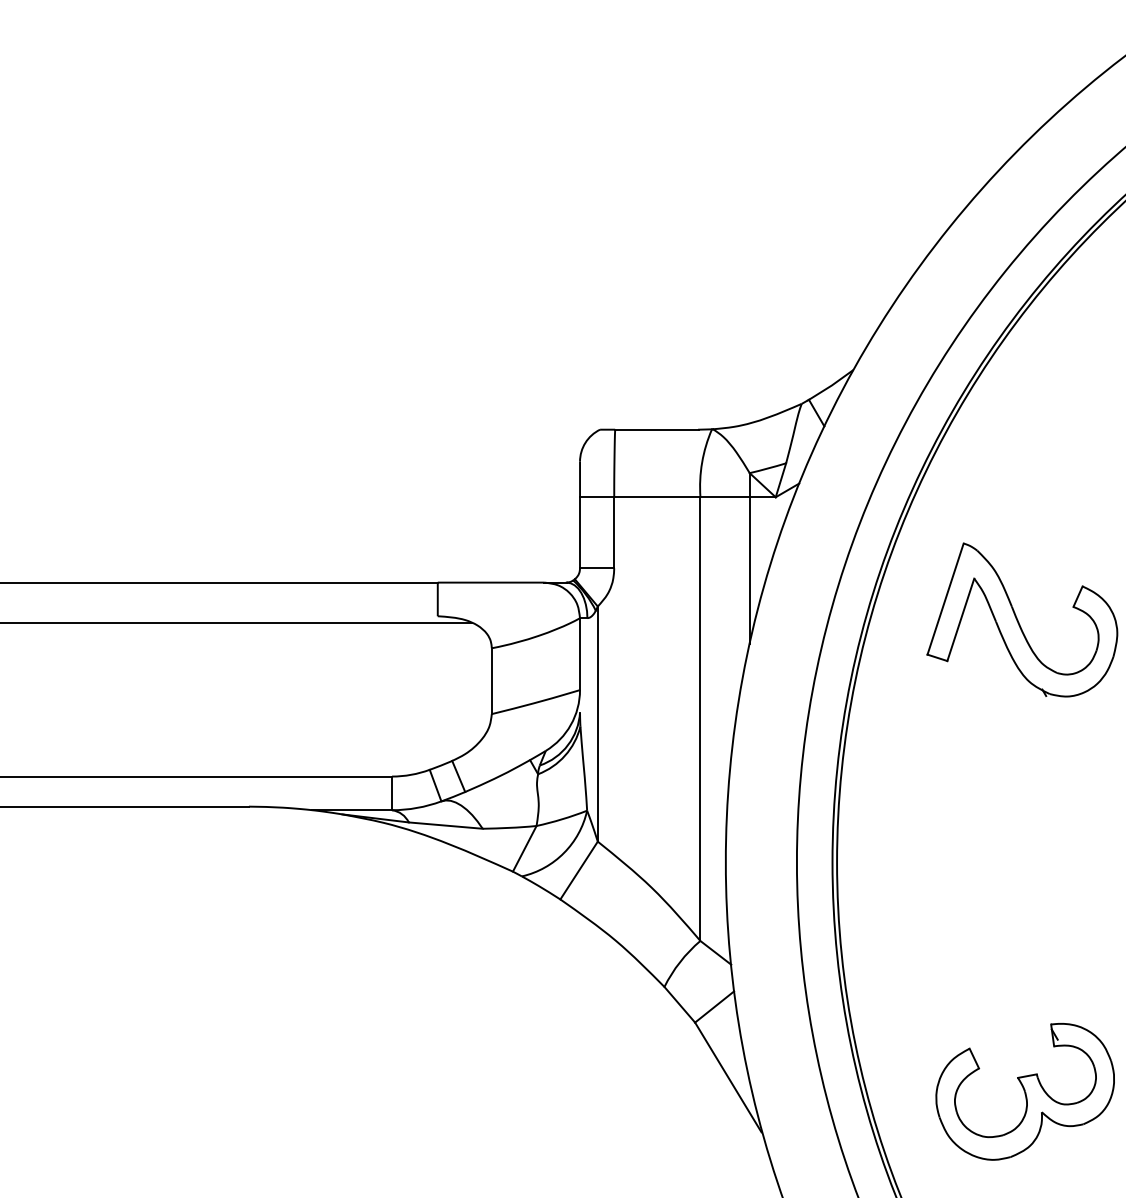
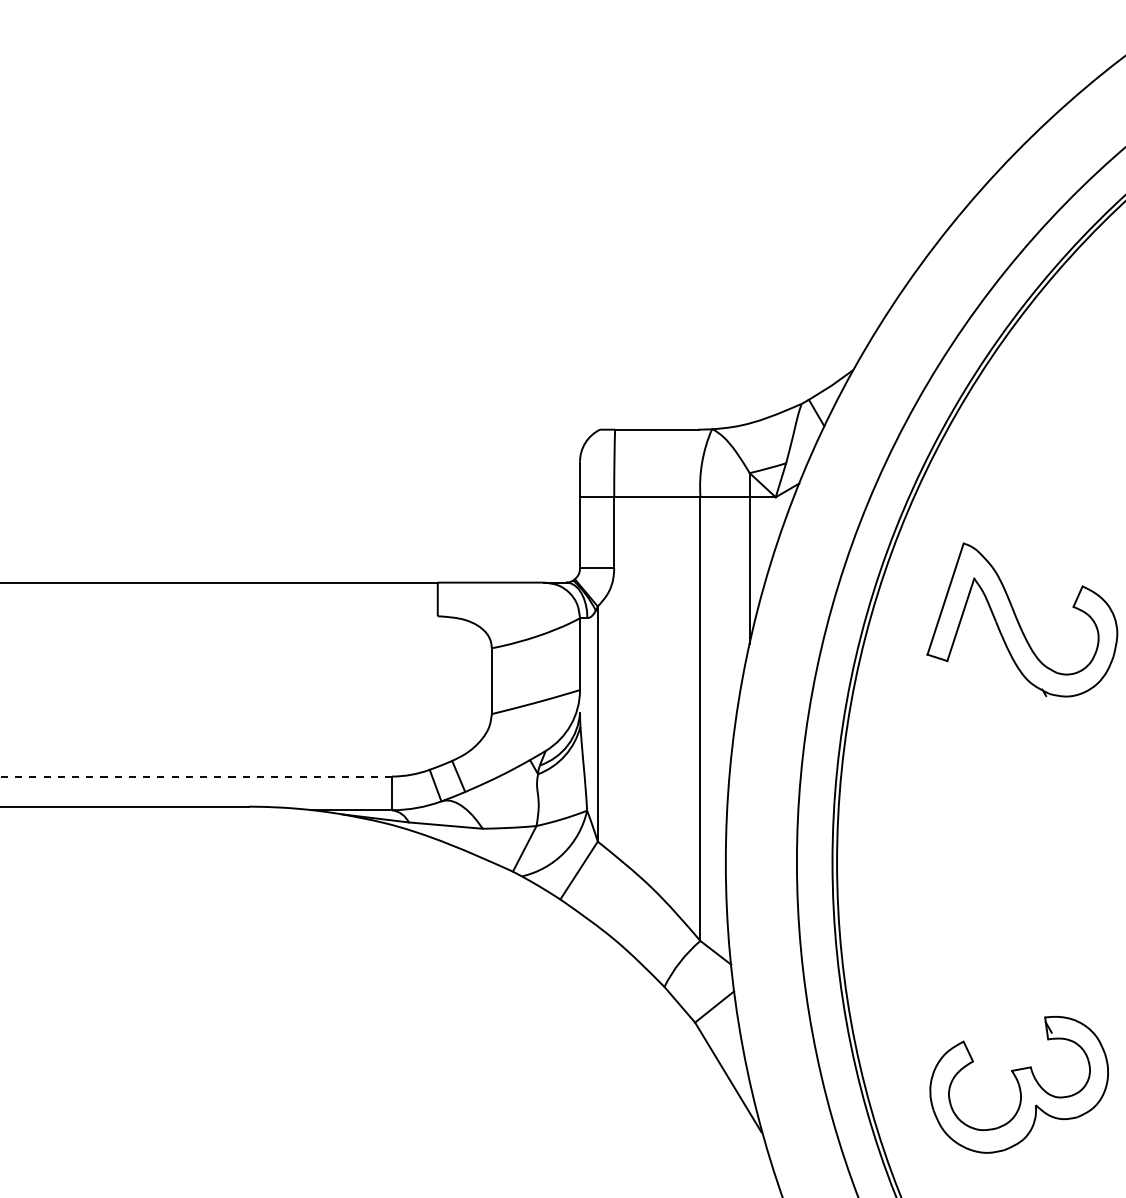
line at (237, 622): present -> none
line at (196, 776): solid -> dashed
part at (1024, 1091) position: (1024, 1091) -> (1018, 1084)
